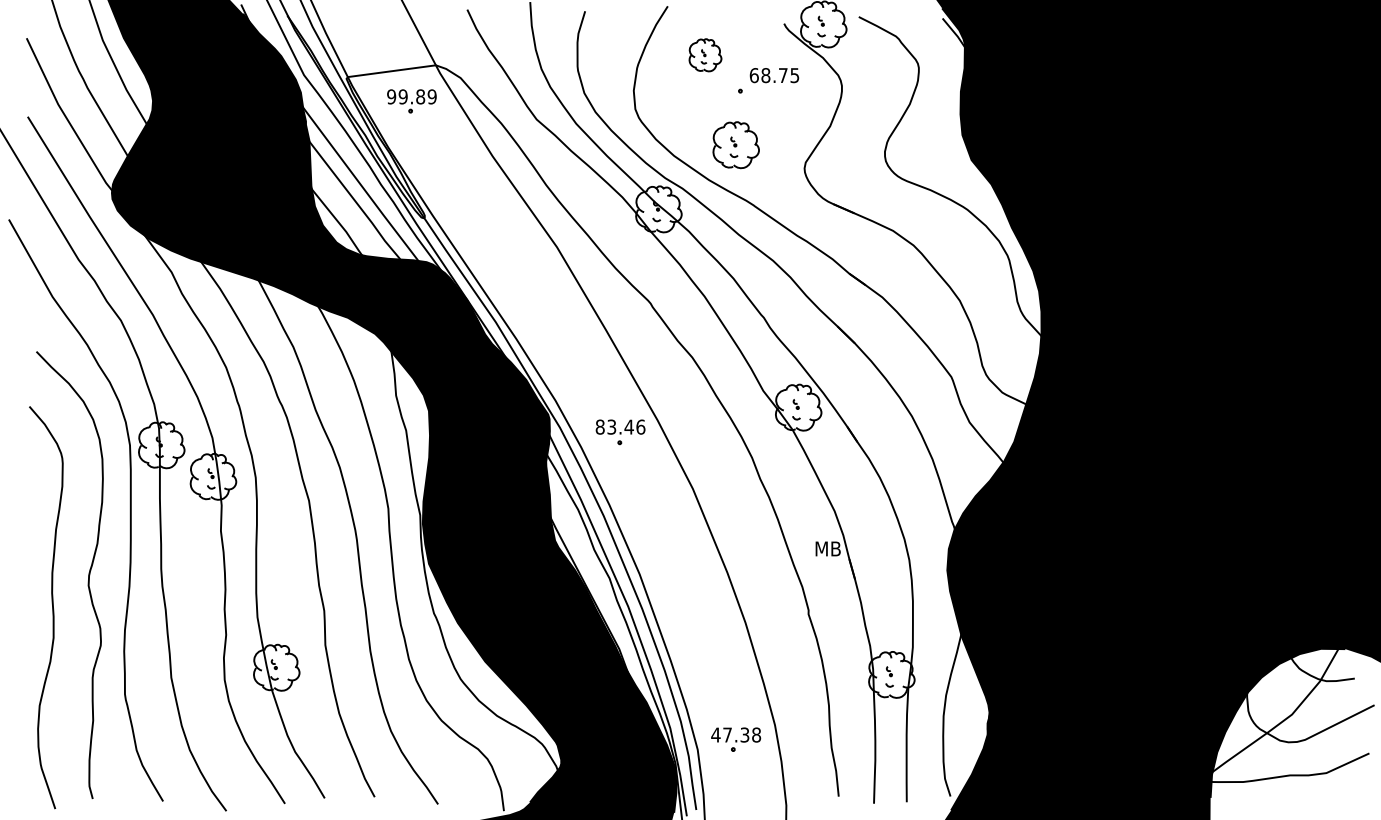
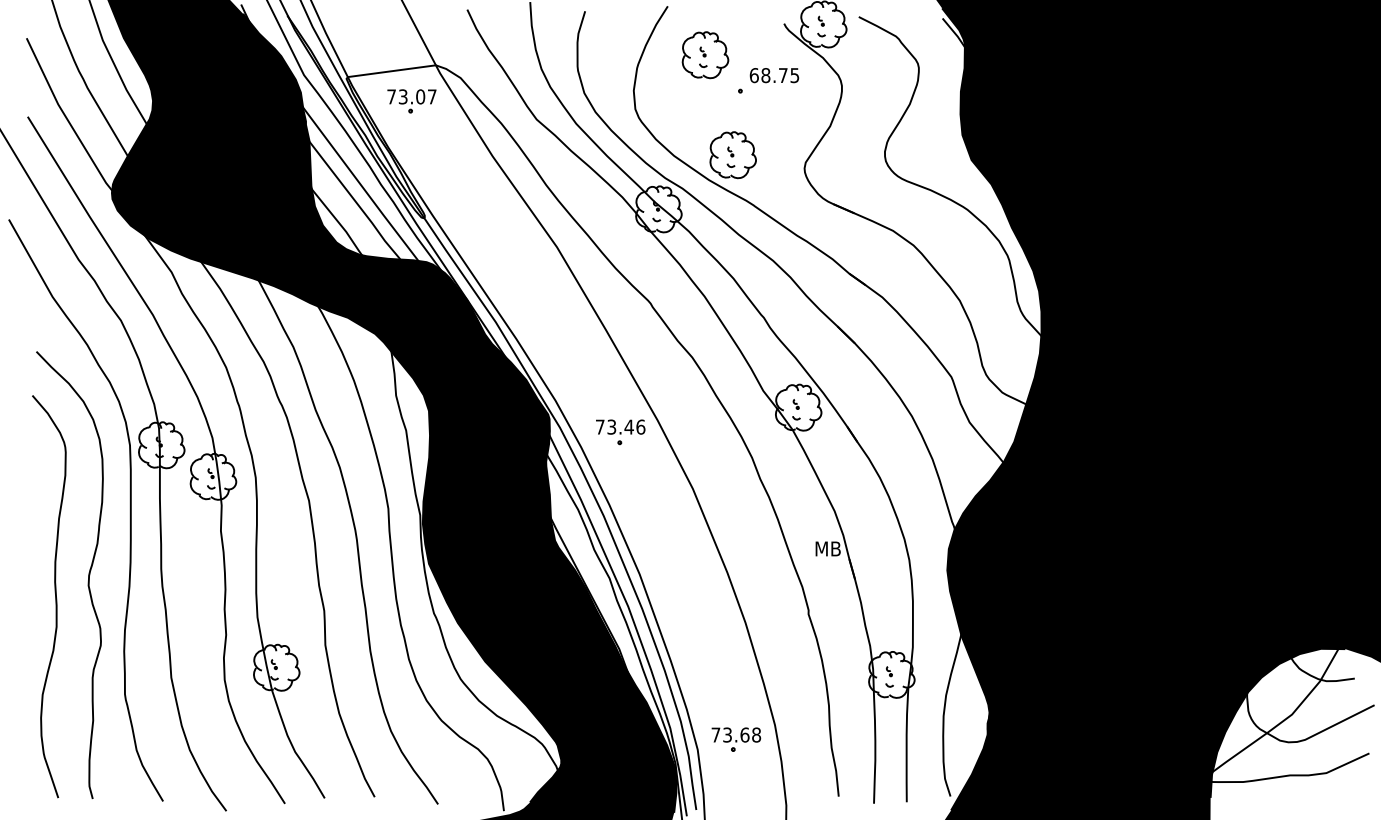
part at (705, 55) size: 35x35 px -> 49x49 px
text at (411, 96): 99.89 -> 73.07
part at (735, 145) position: (735, 145) -> (732, 155)
text at (599, 426): 83.46 -> 73.46
curve at (52, 607) position: (52, 607) -> (55, 596)
text at (730, 734): 47.38 -> 73.68
